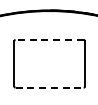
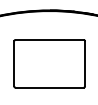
line at (49, 39): dashed -> solid
line at (50, 87): dashed -> solid
